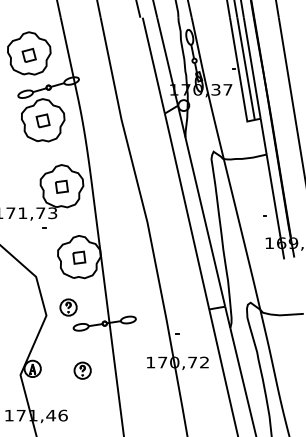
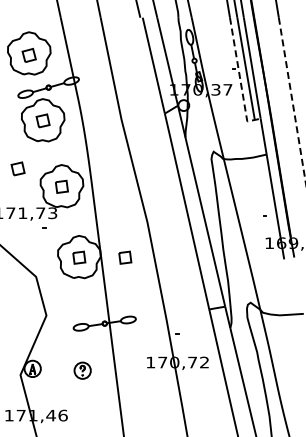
line at (239, 77): solid -> dashed
line at (292, 100): solid -> dashed
part at (17, 168): none -> present
part at (125, 257): none -> present
part at (68, 307): present -> none
